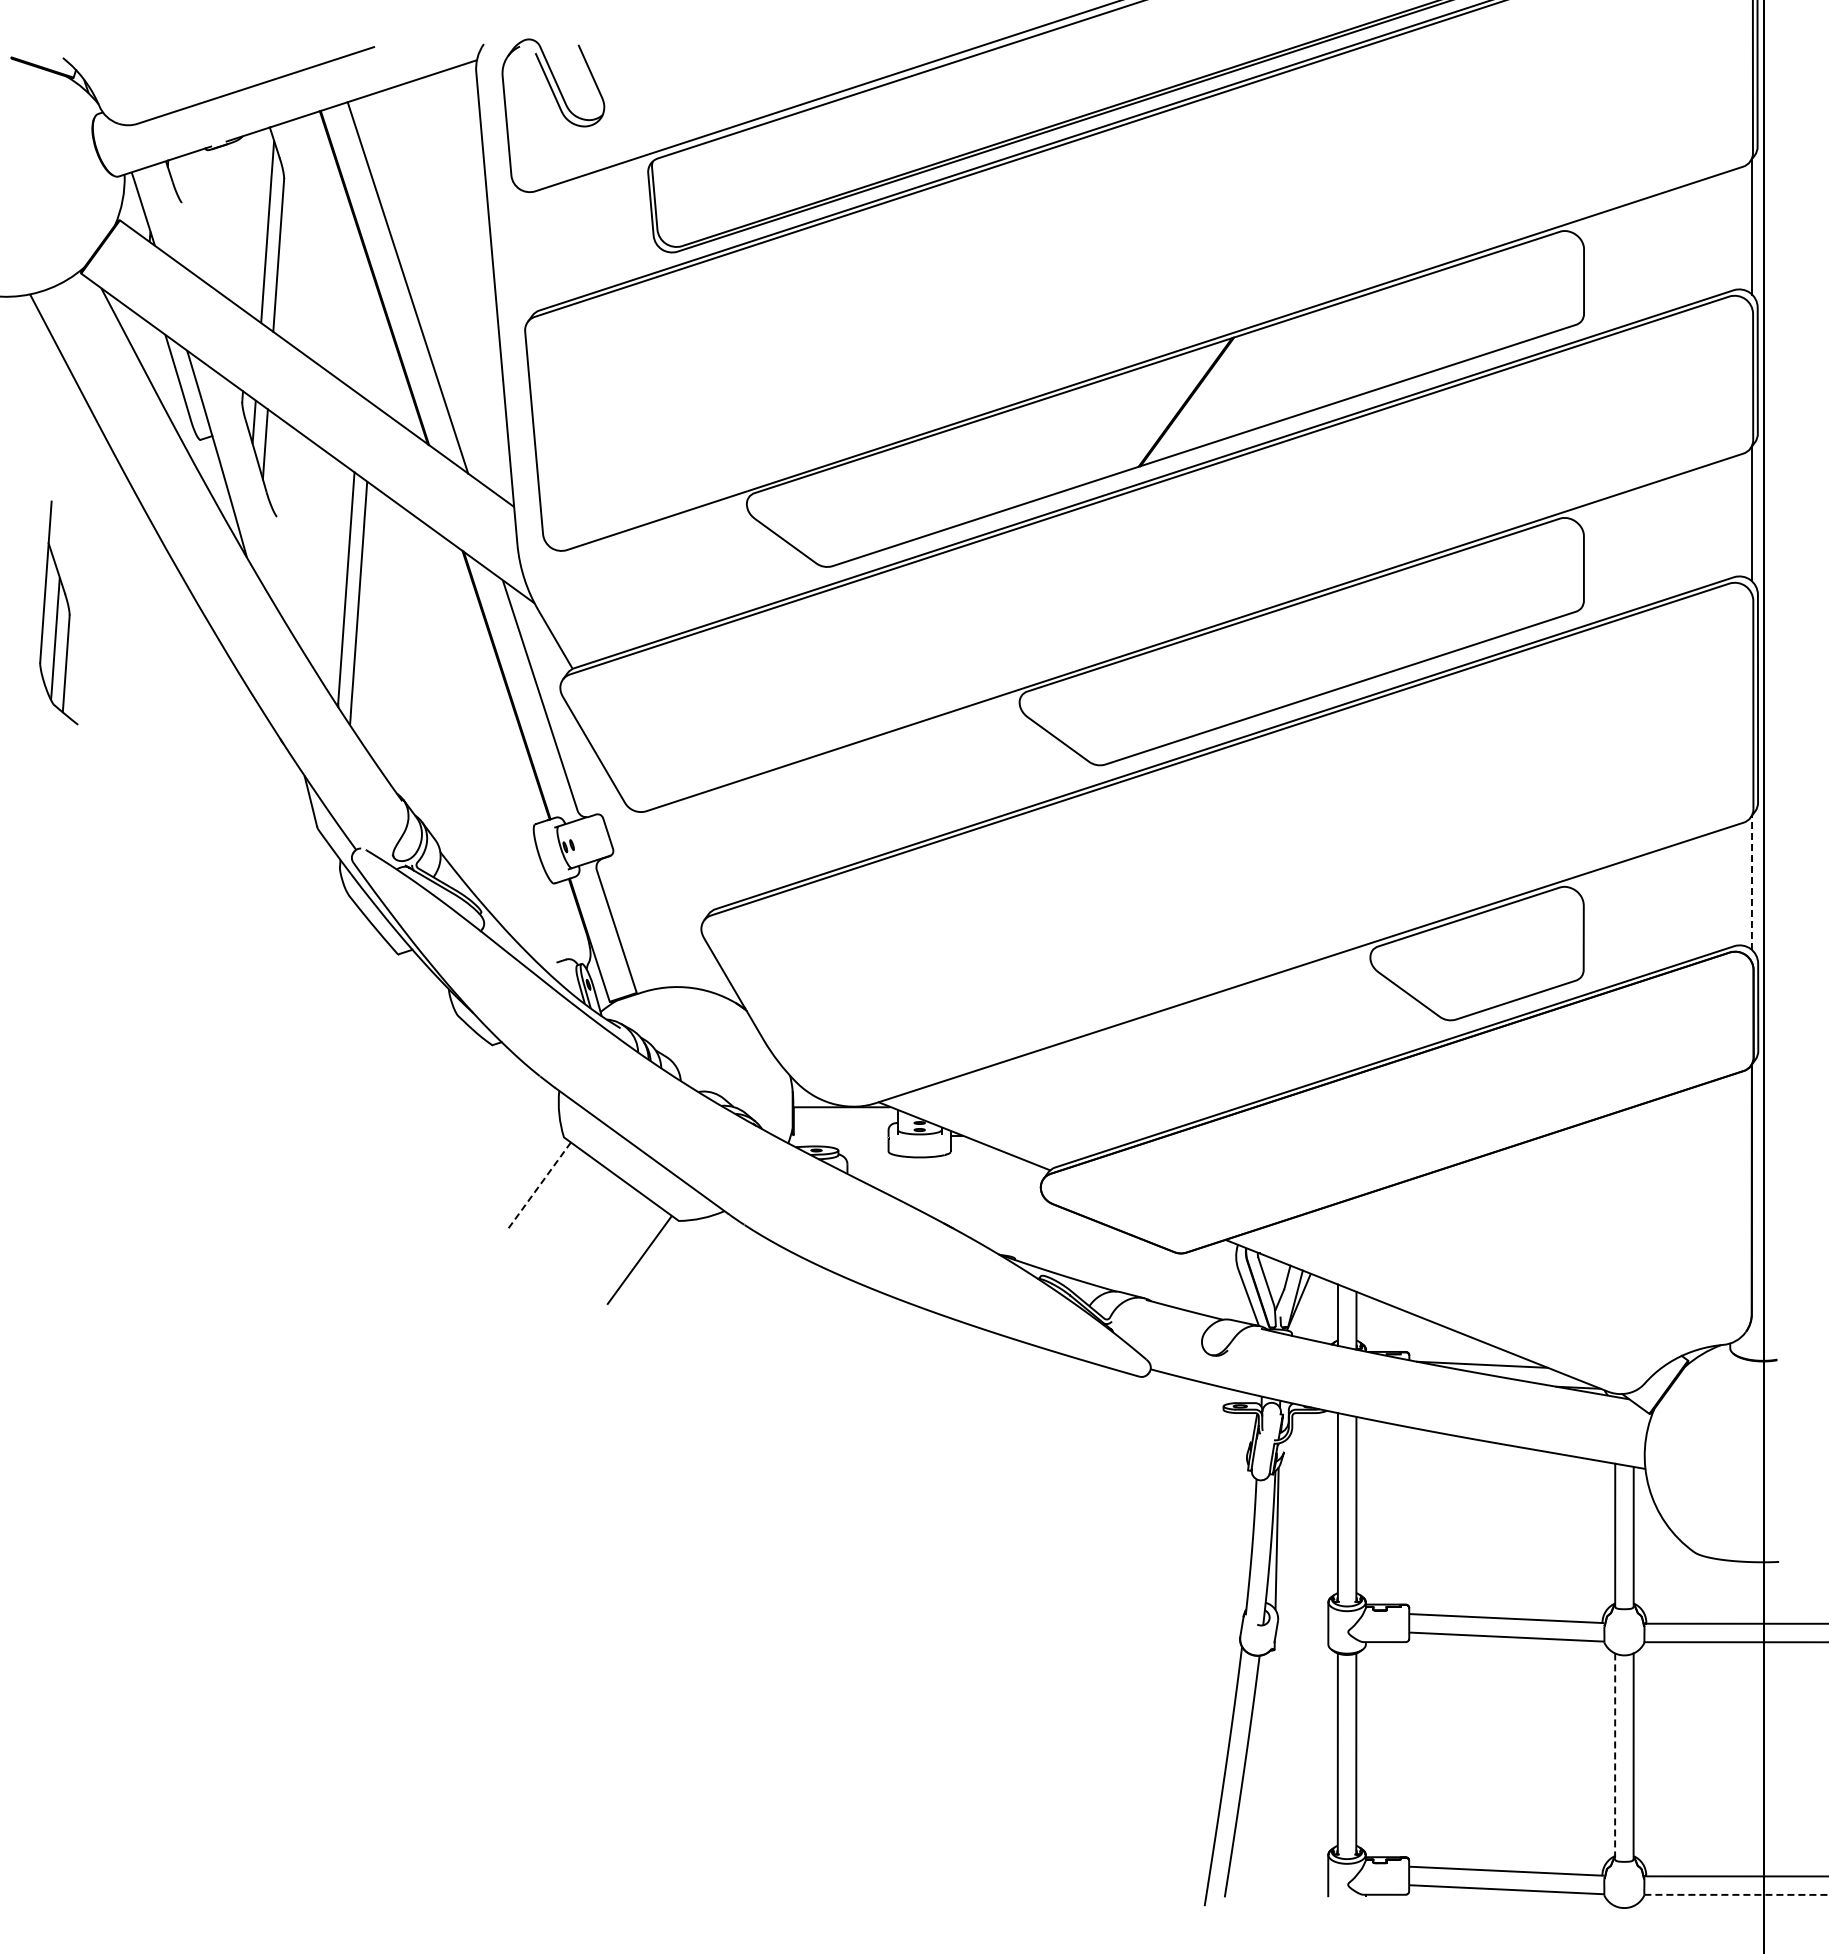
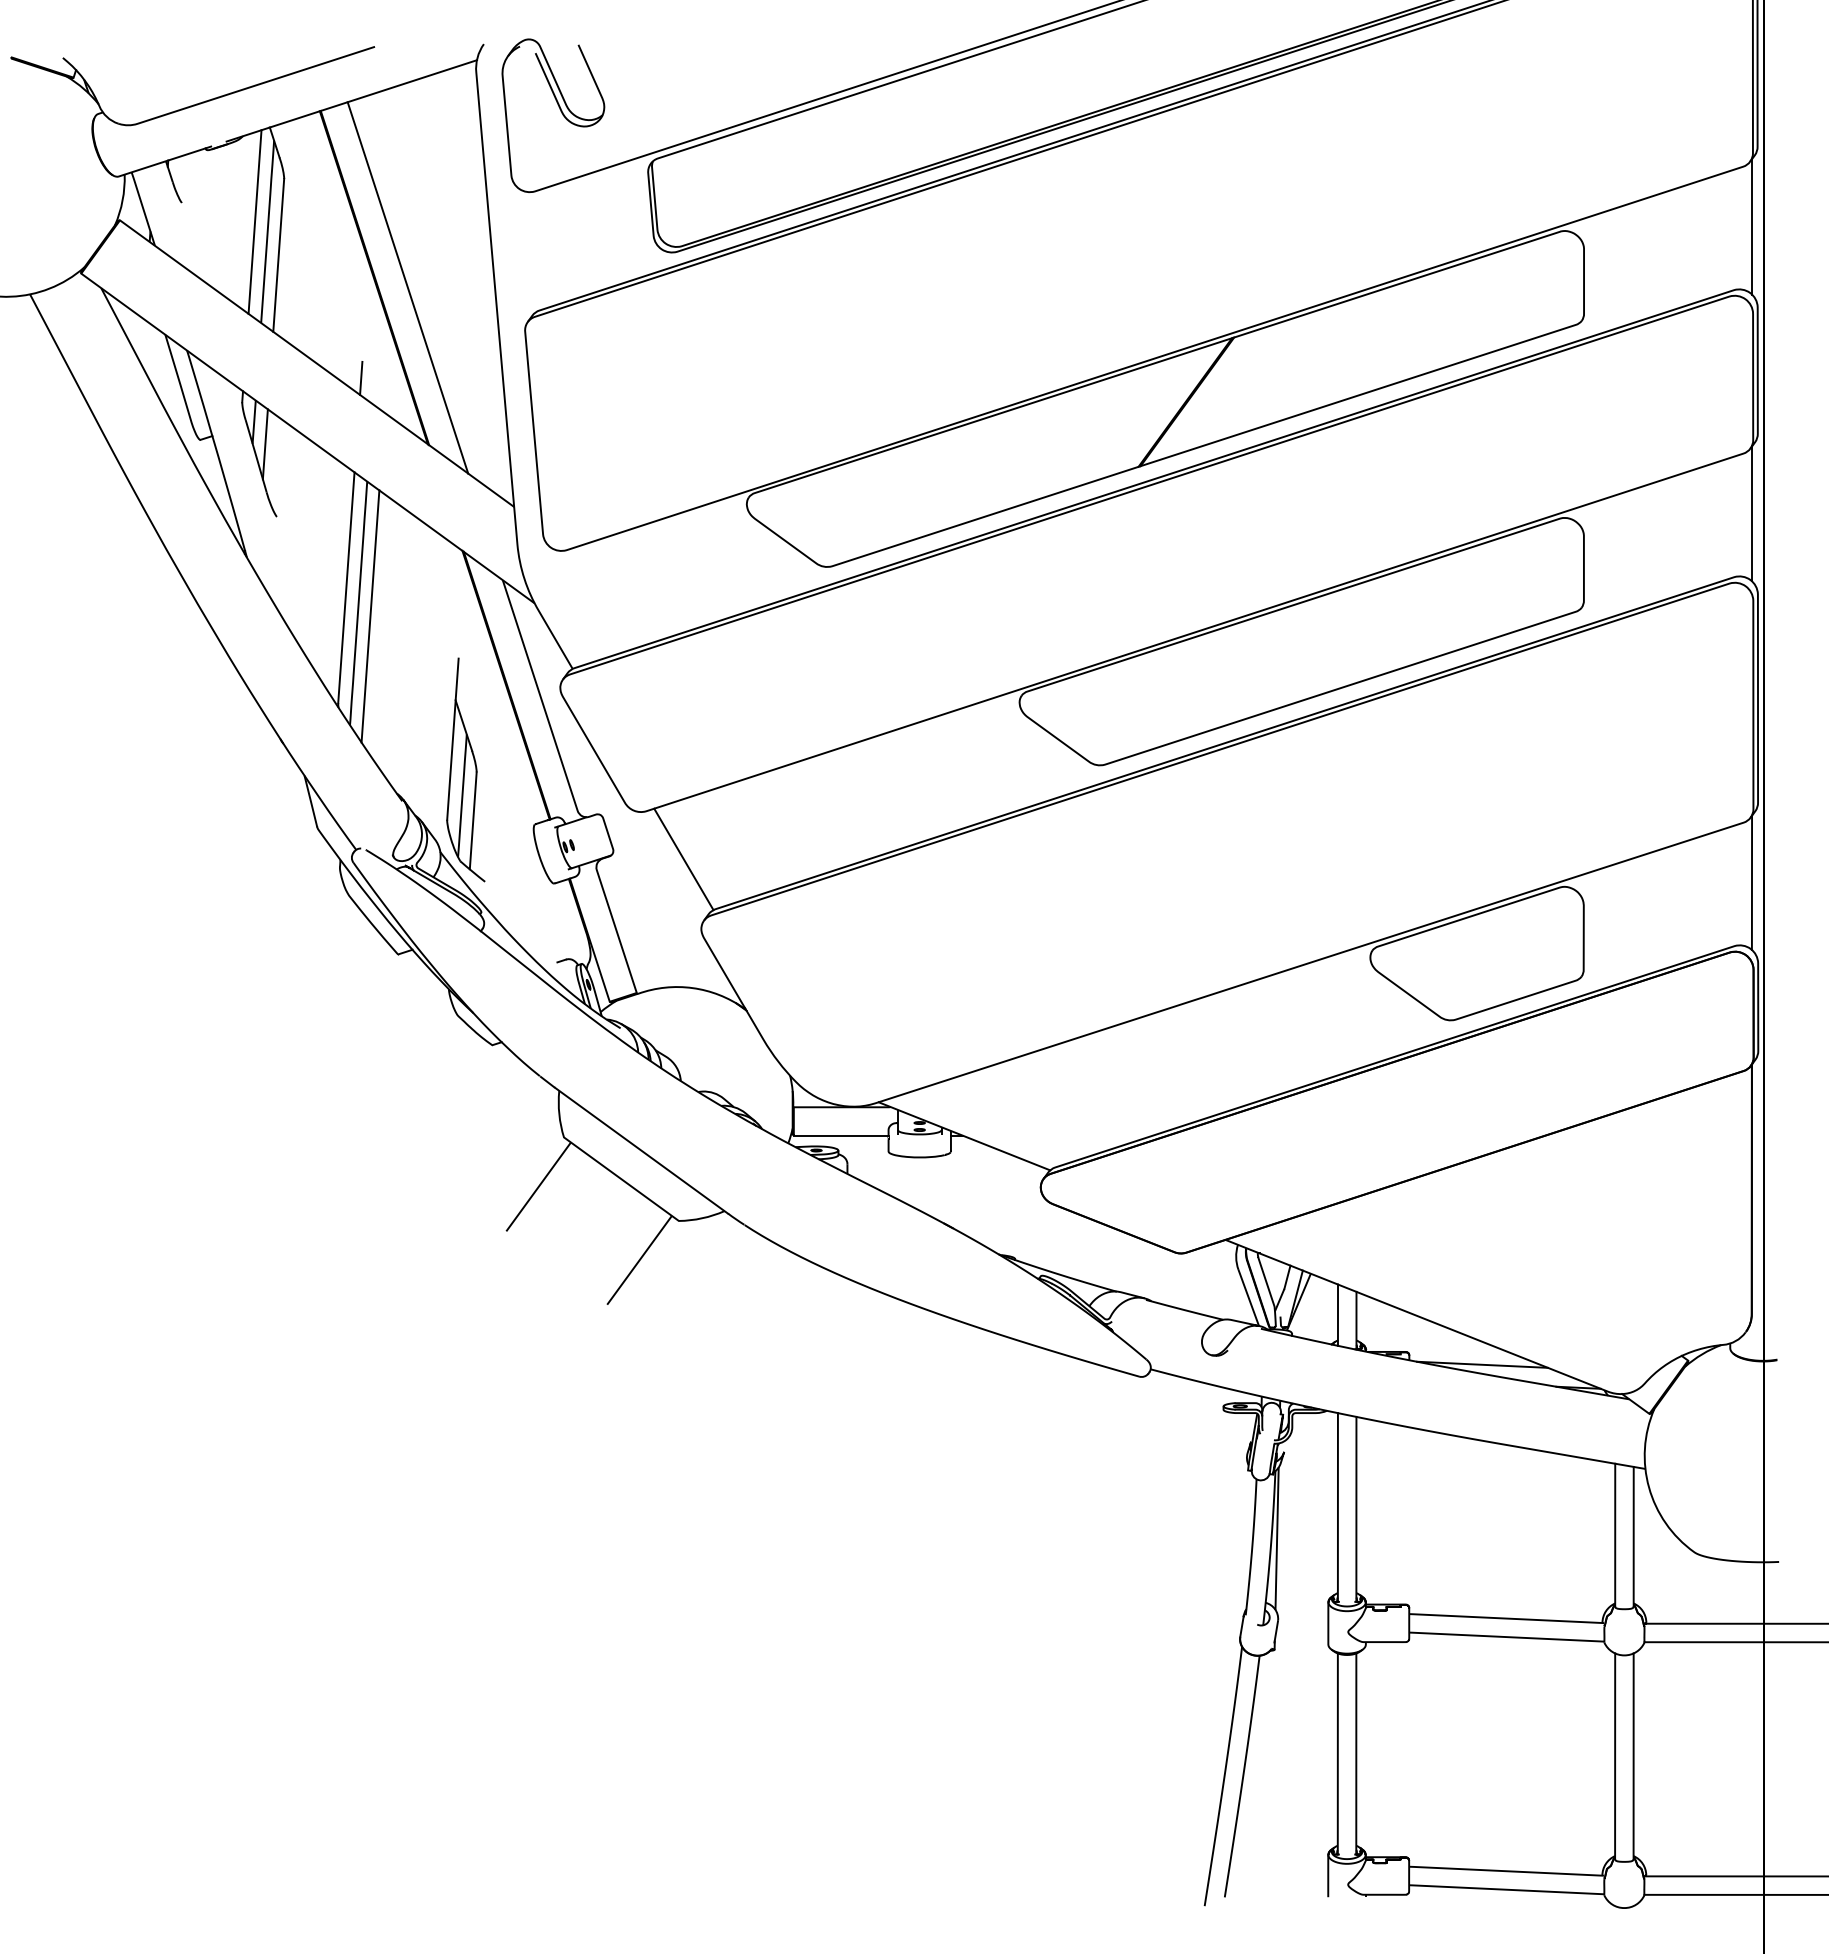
line at (254, 221): none -> present
line at (361, 377): none -> present
part at (58, 612) position: (58, 612) -> (465, 769)
line at (370, 616): none -> present
line at (683, 859): none -> present
line at (1751, 882): dashed -> solid
line at (840, 1135): none -> present
line at (538, 1186): dashed -> solid
line at (1615, 1756): dashed -> solid
line at (1737, 1894): dashed -> solid
